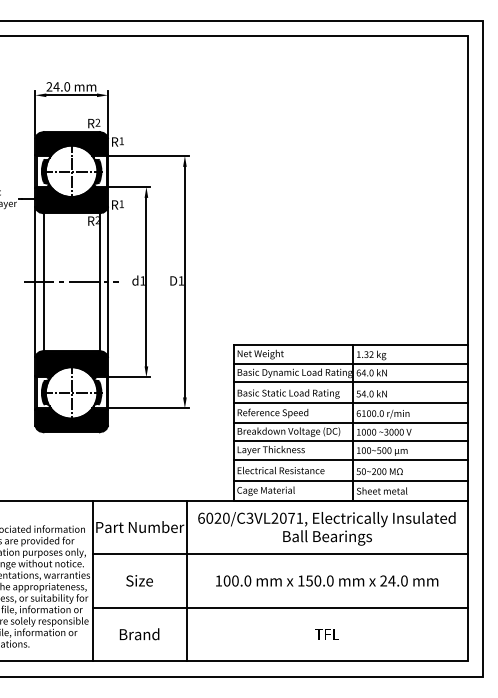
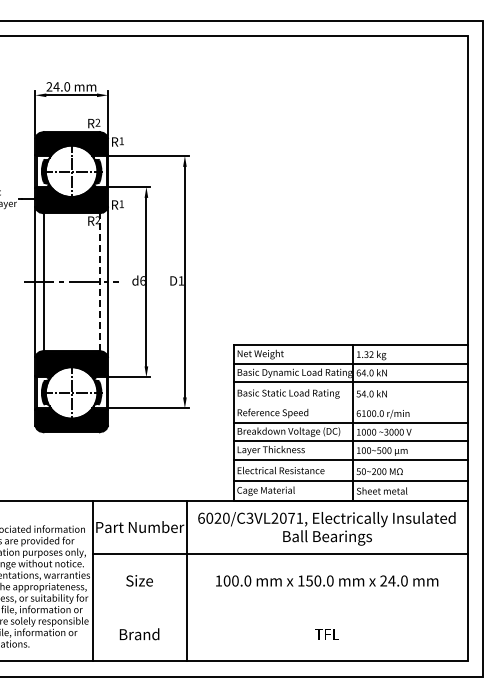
text at (142, 280): d1 -> d6
line at (99, 282): solid -> dashed
line at (350, 403): present -> none
line at (279, 607): present -> none
